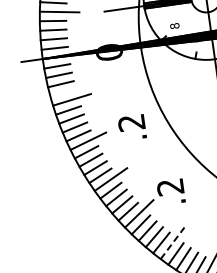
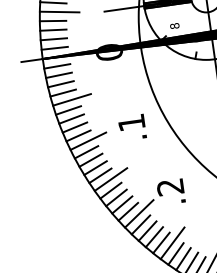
line at (62, 92): none -> present
text at (131, 122): .2 -> .1
line at (172, 243): dashed -> solid
